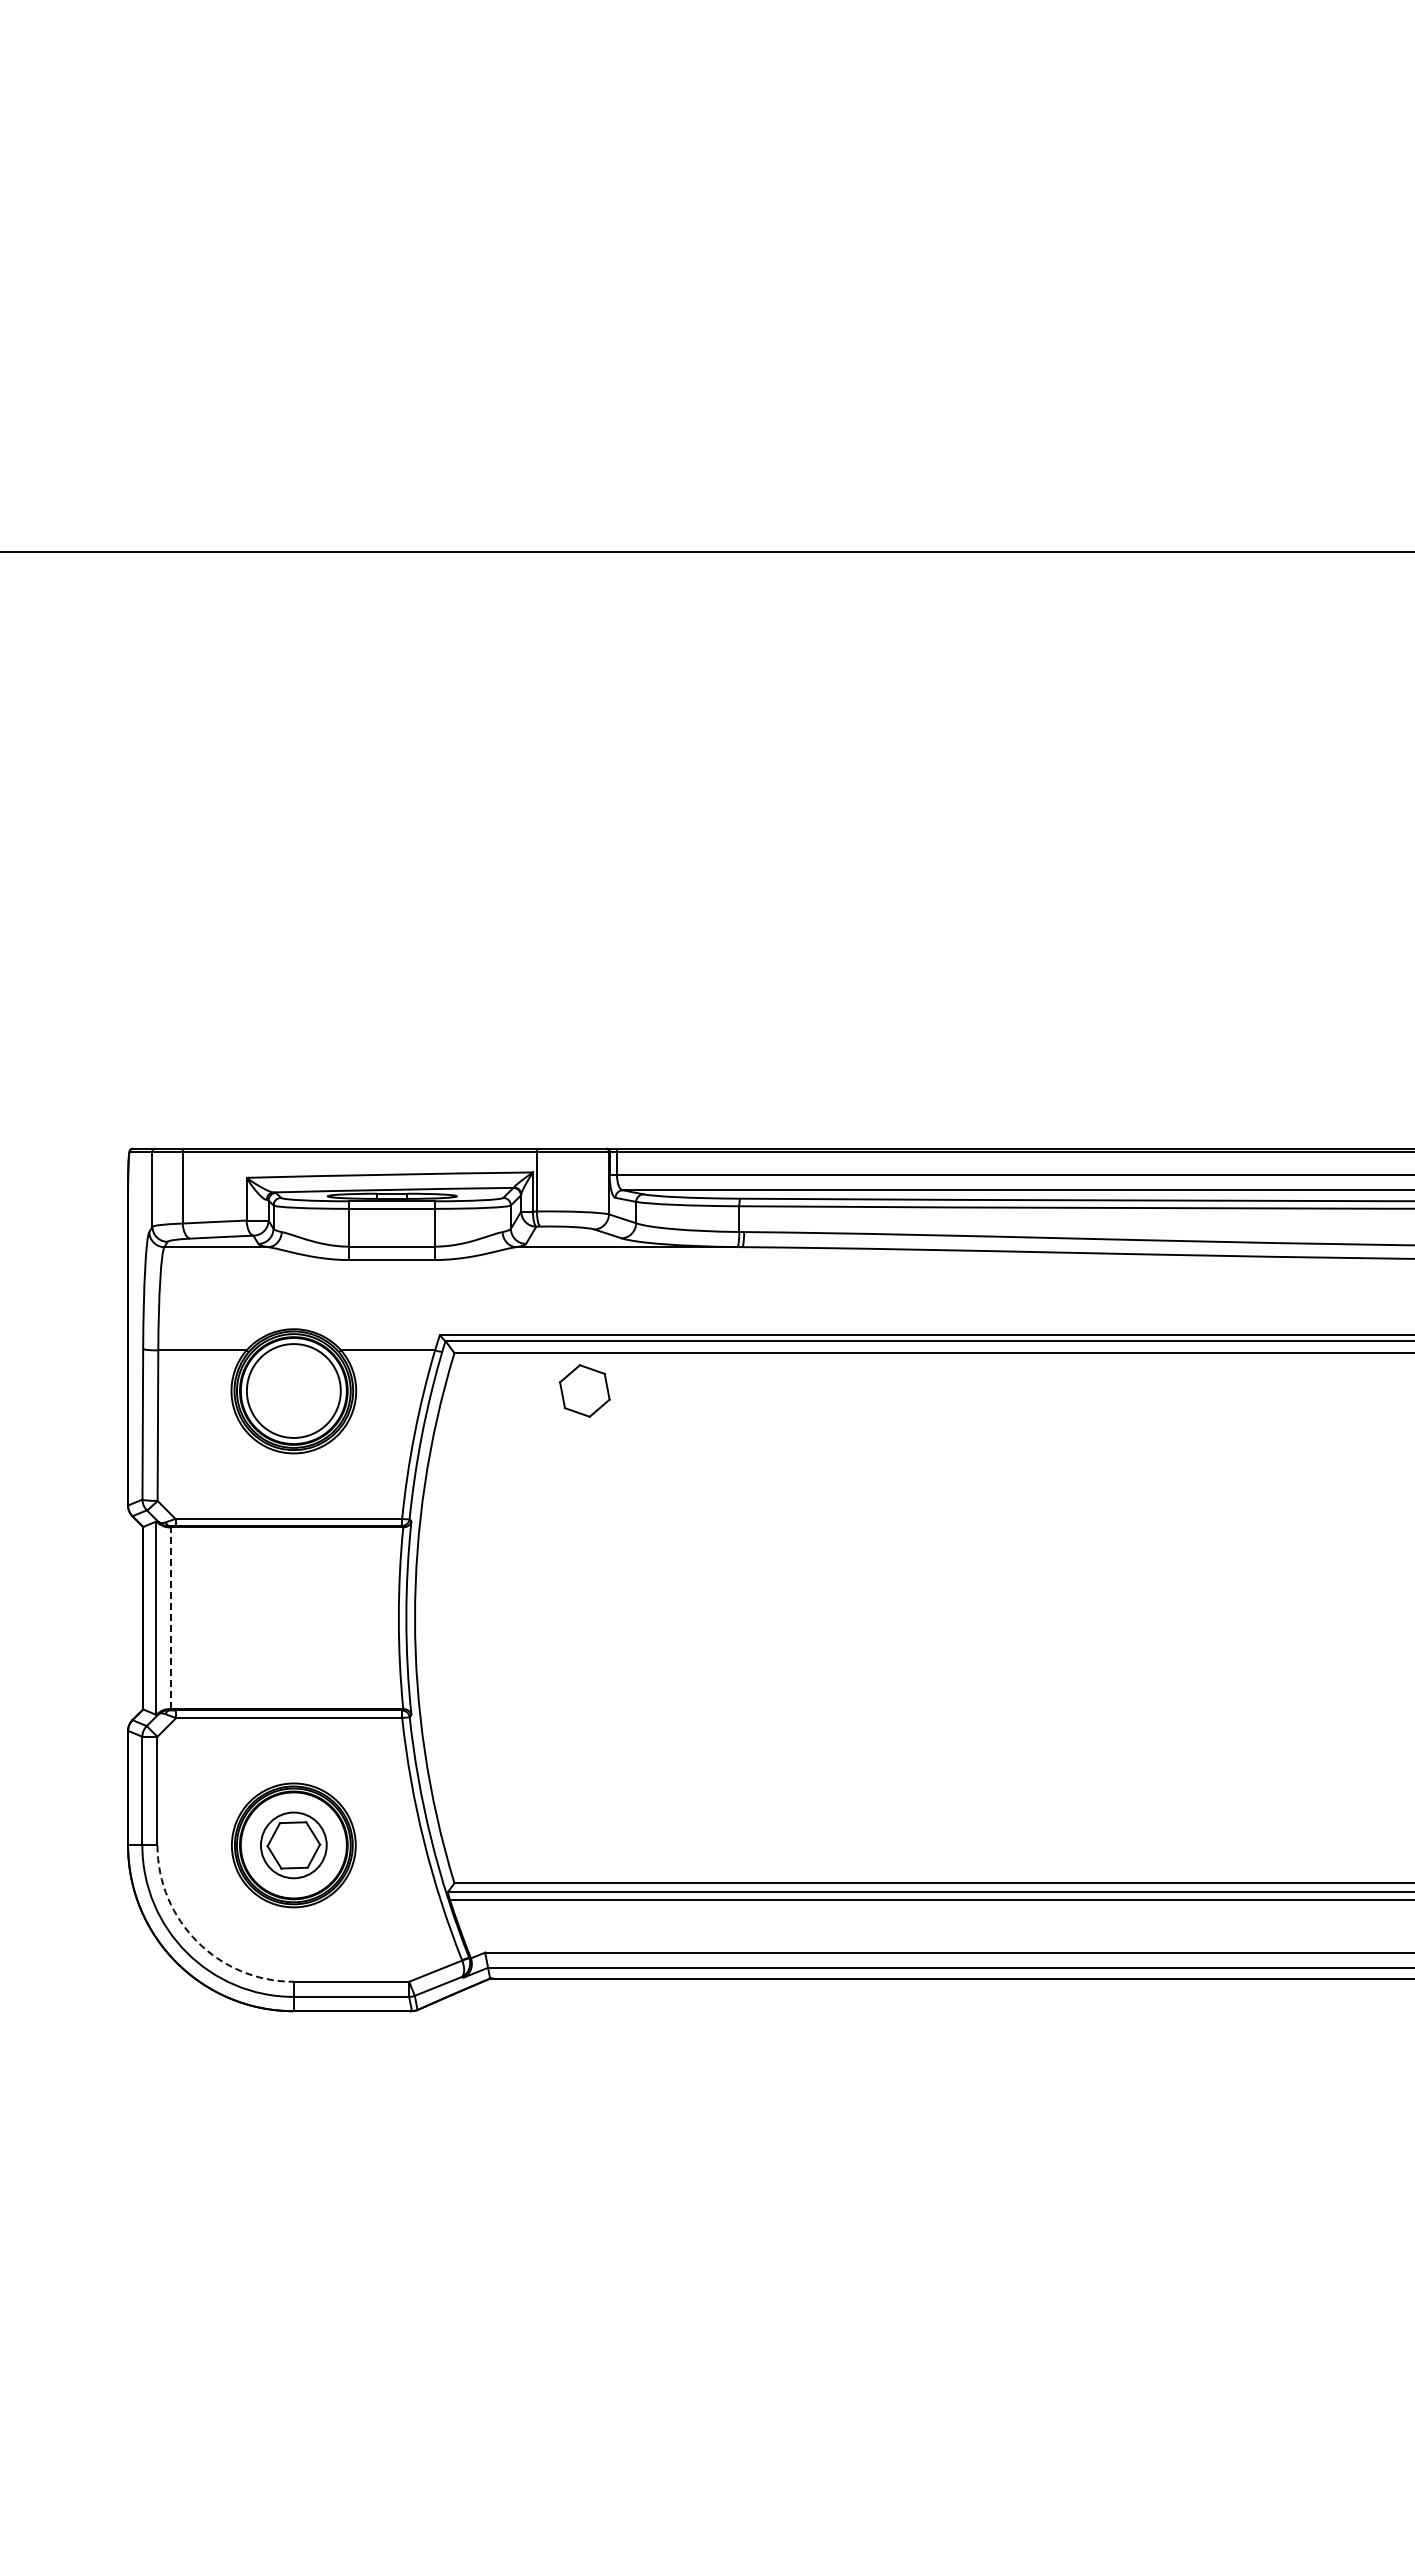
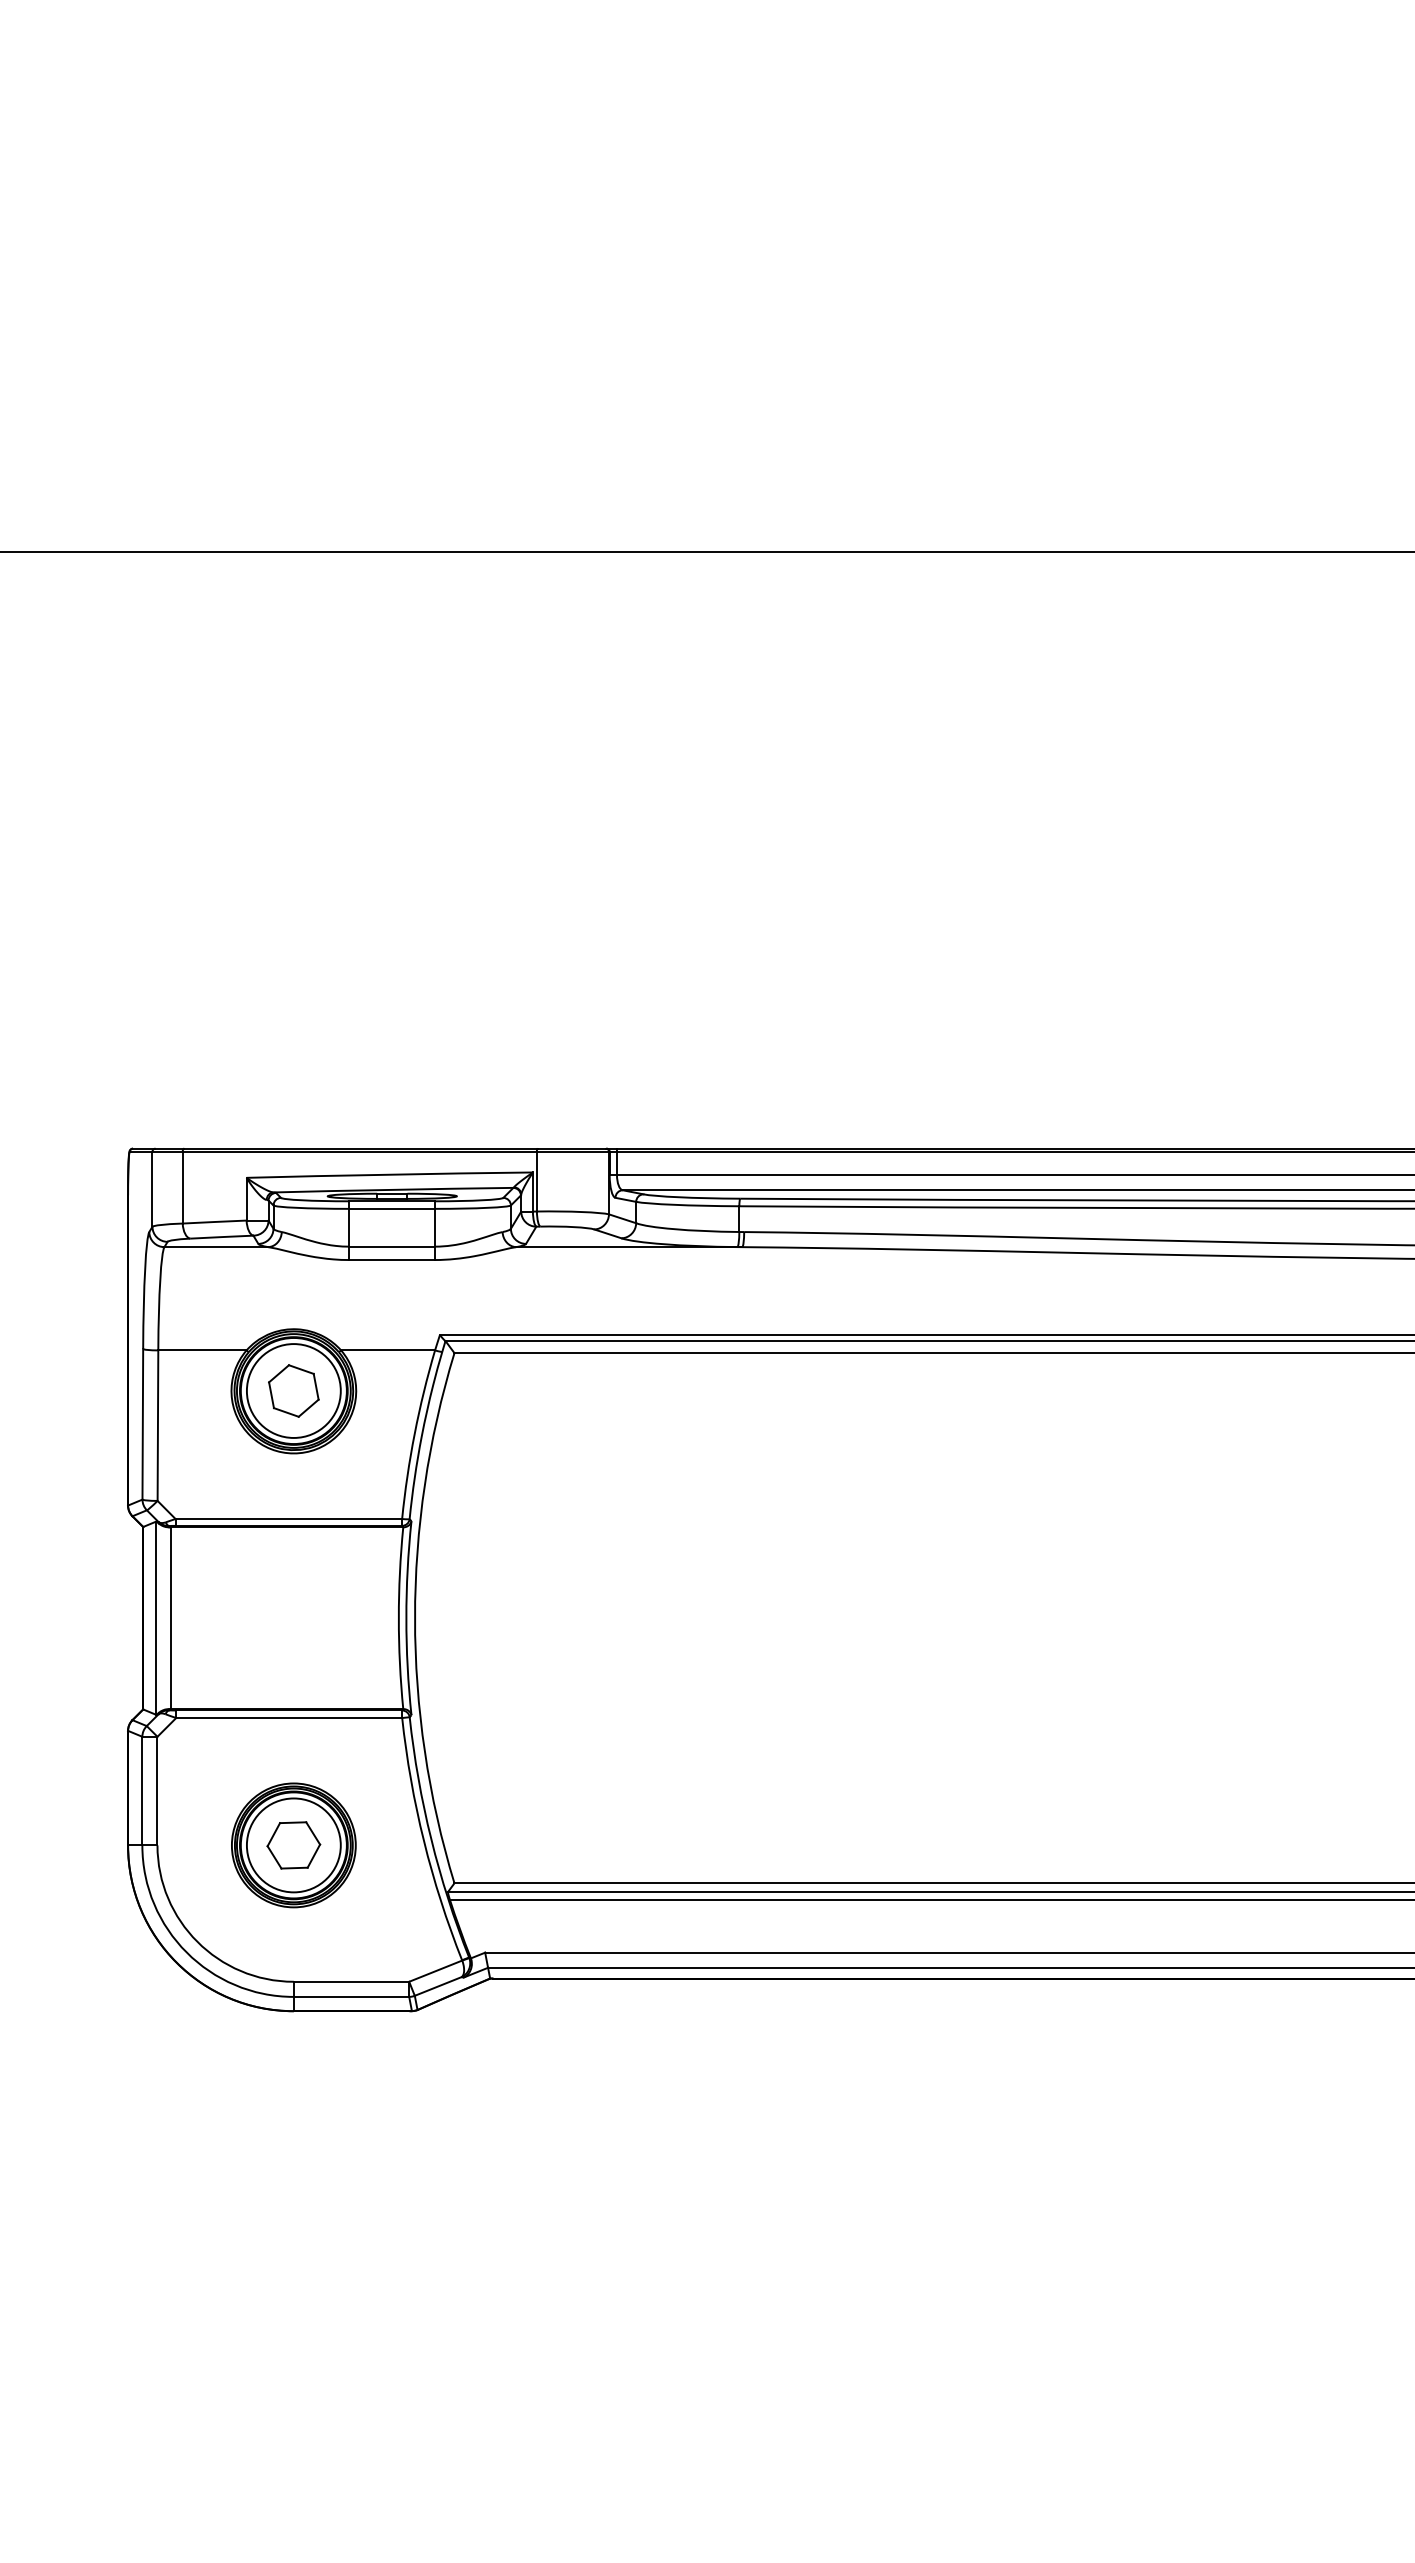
part at (584, 1390) position: (584, 1390) -> (293, 1390)
line at (171, 1618): dashed -> solid
circle at (293, 1845) diameter: 66 px -> 94 px
arc at (197, 1941): dashed -> solid
